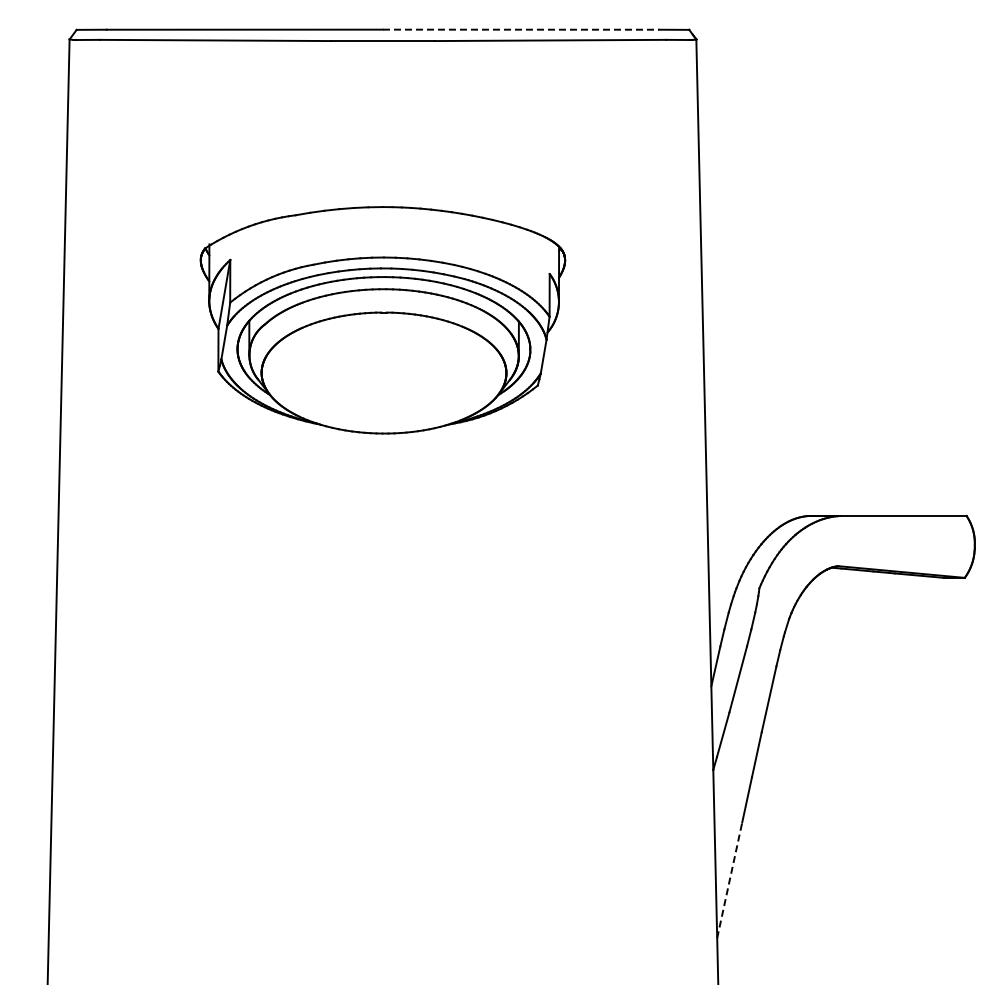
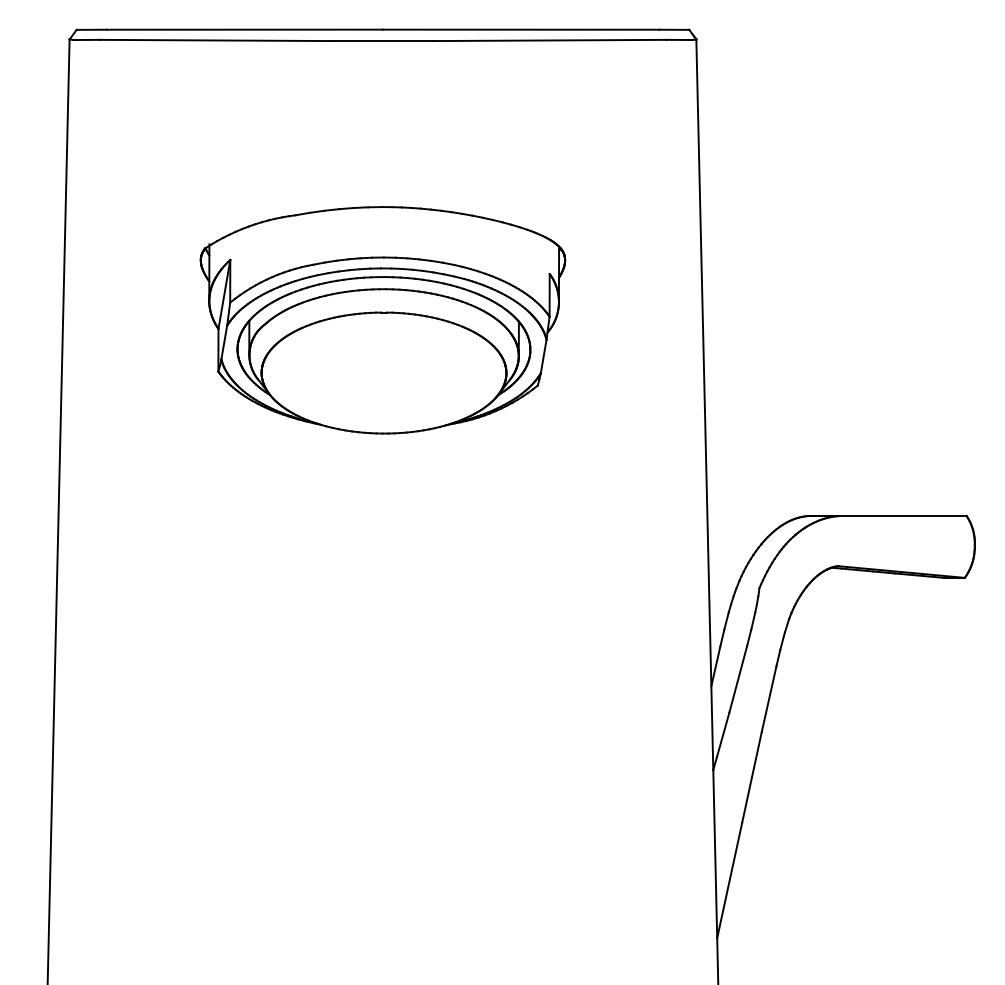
line at (521, 29): dashed -> solid
line at (729, 879): dashed -> solid
